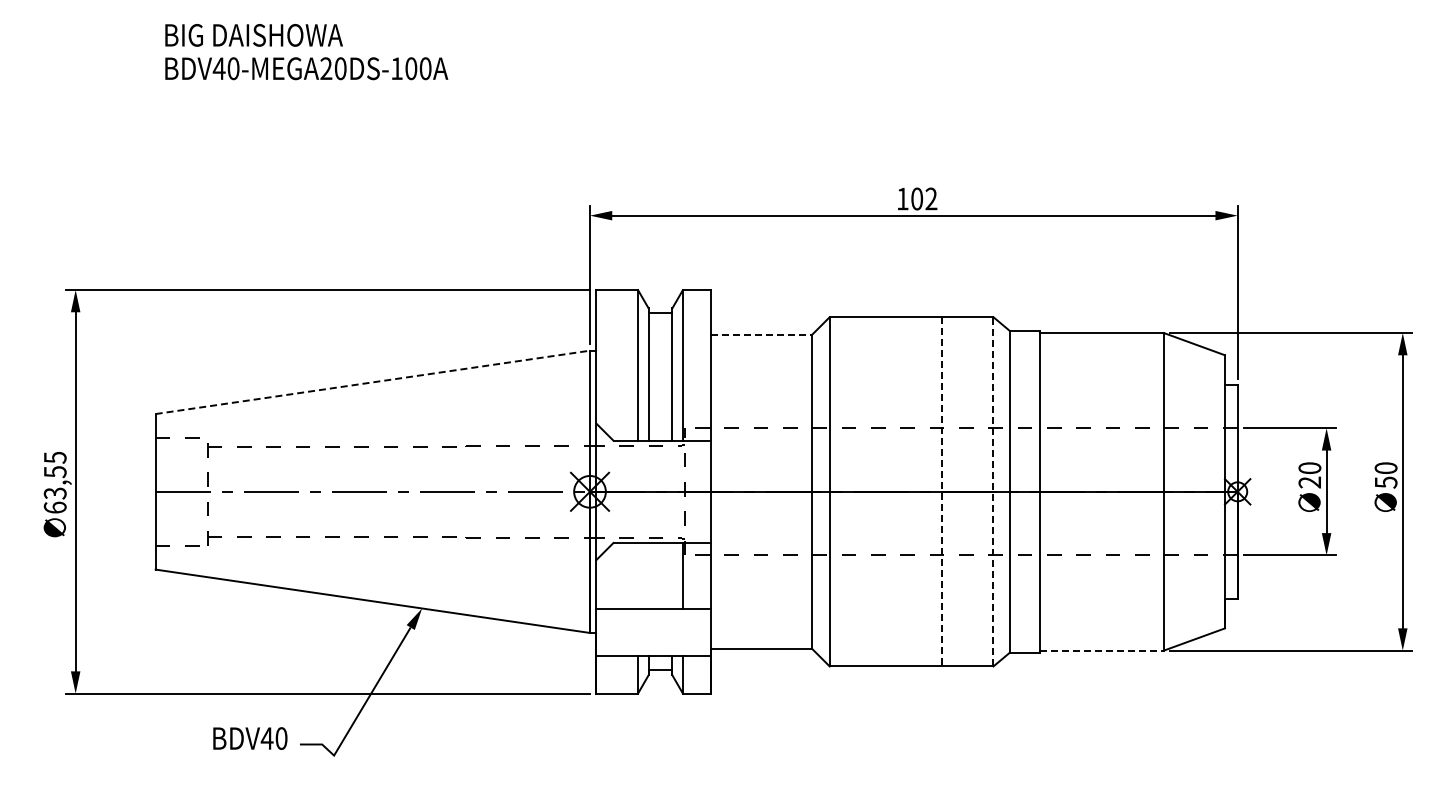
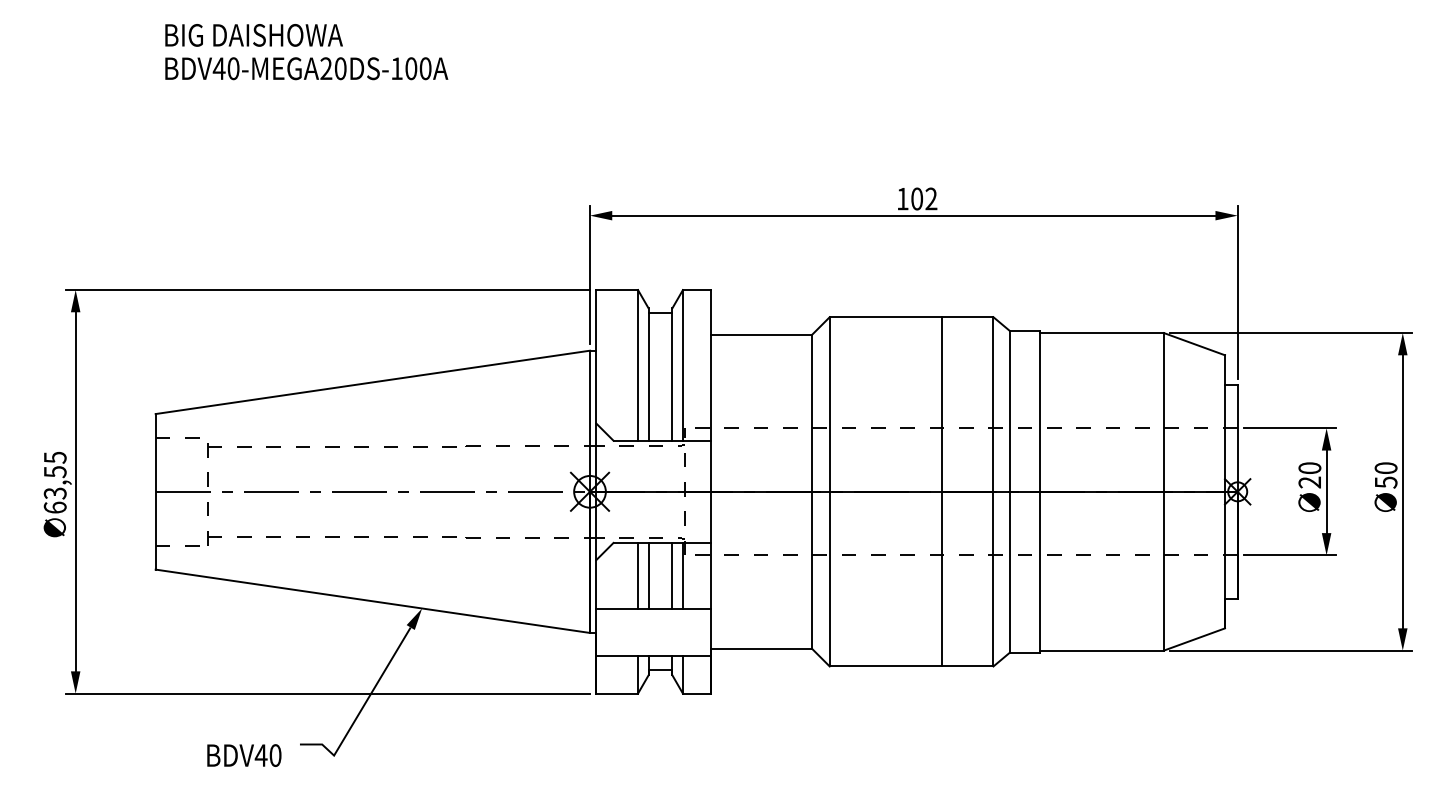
line at (762, 334): dashed -> solid
line at (373, 382): dashed -> solid
line at (942, 491): dashed -> solid
line at (993, 491): dashed -> solid
line at (638, 575): none -> present
line at (648, 575): none -> present
line at (672, 575): none -> present
line at (1102, 650): dashed -> solid
text at (250, 738) position: (250, 738) -> (244, 755)
